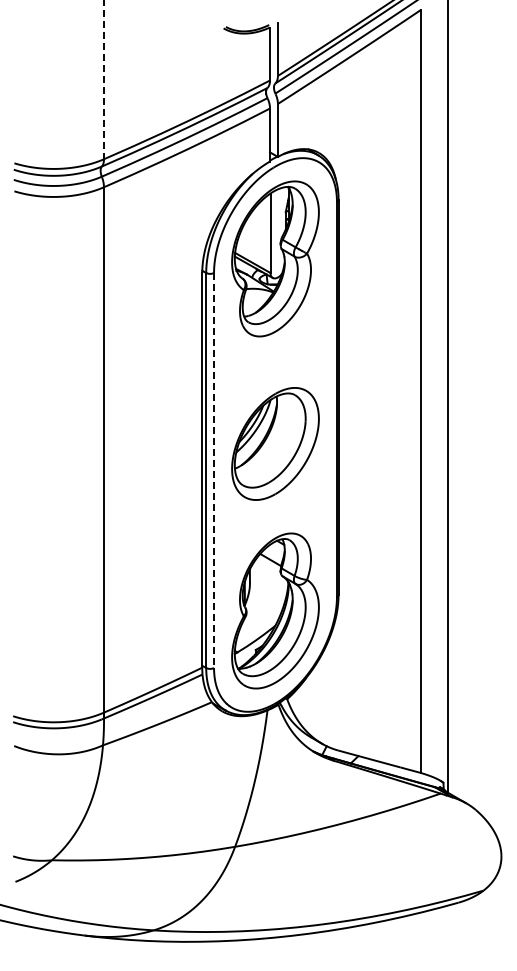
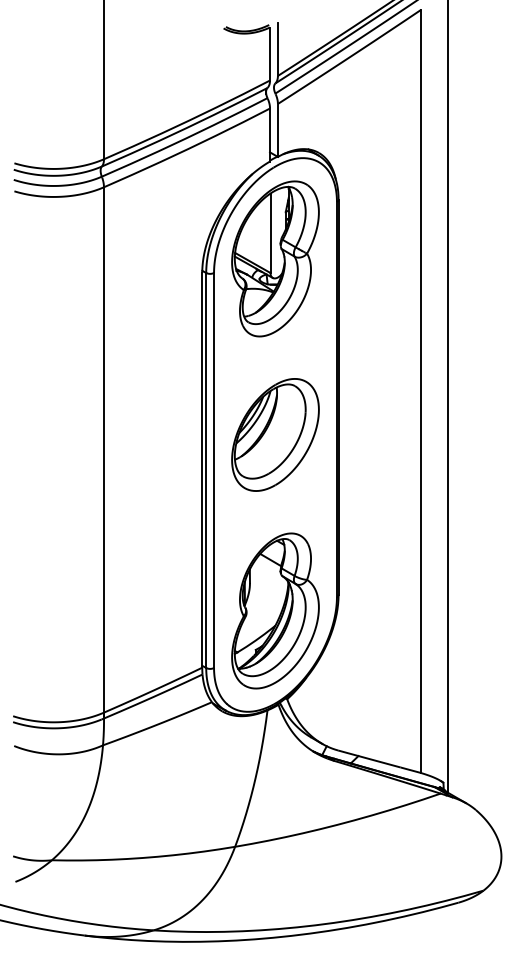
line at (104, 80): dashed -> solid
part at (275, 443) position: (275, 443) -> (275, 434)
line at (214, 470): dashed -> solid
